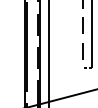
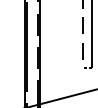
line at (48, 53): present -> none
